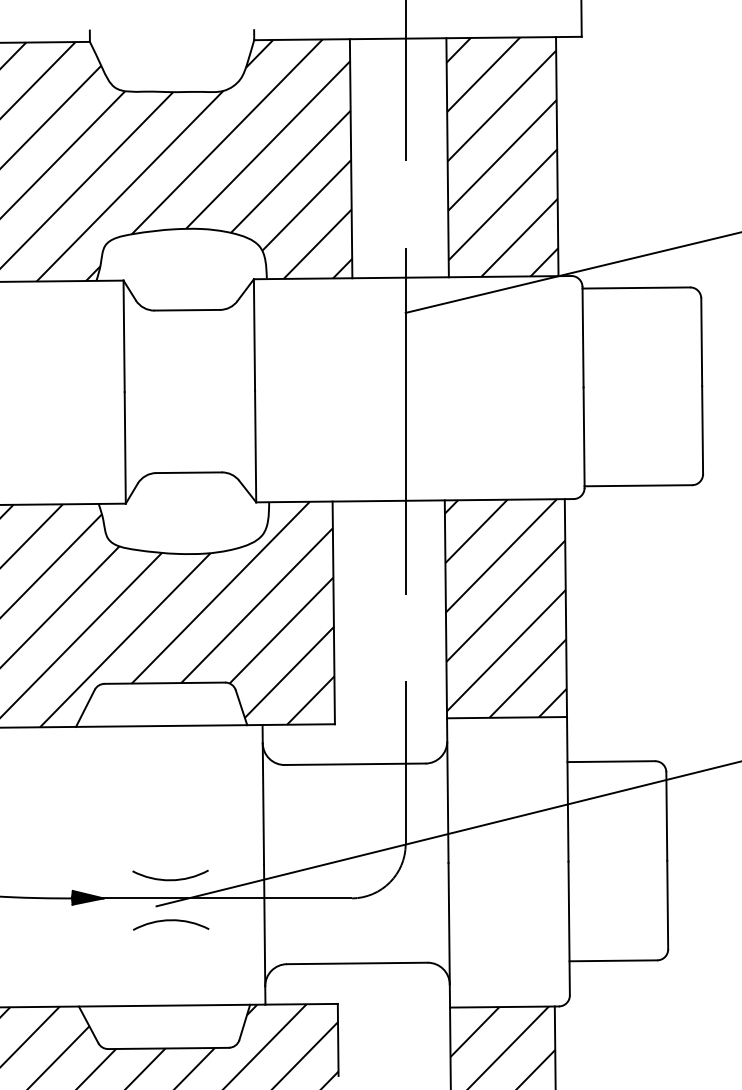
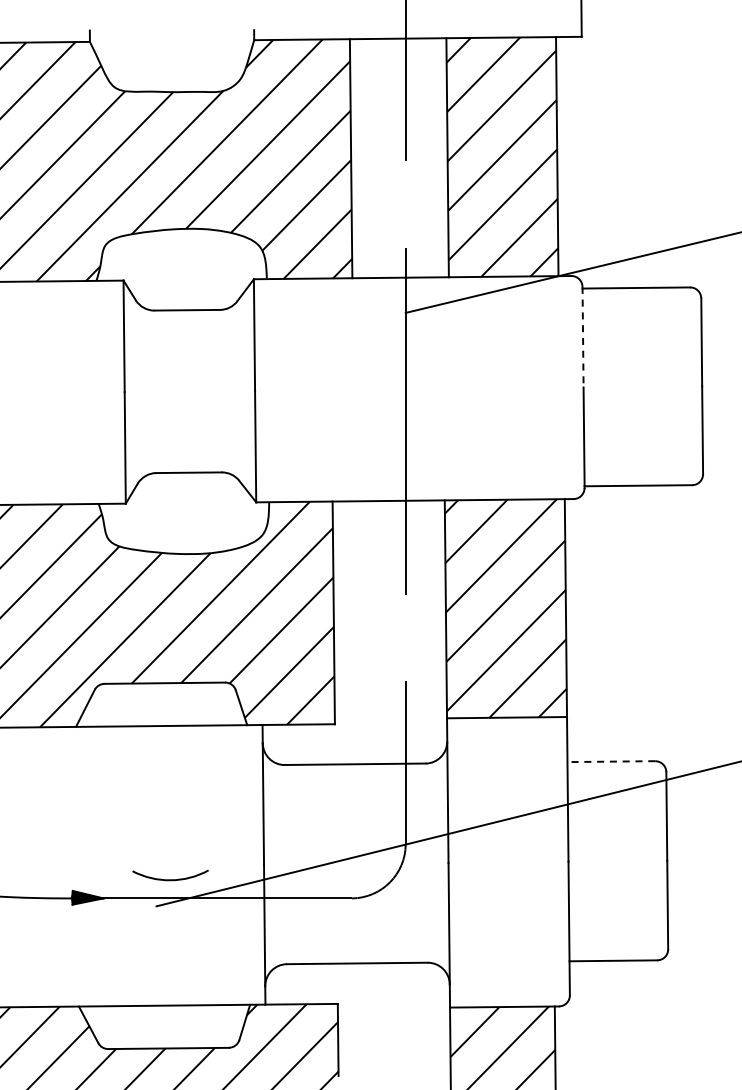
line at (583, 337): solid -> dashed
line at (611, 761): solid -> dashed
arc at (171, 921): present -> none
